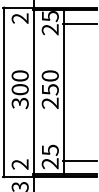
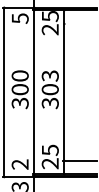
text at (19, 18): 2 -> 5
line at (78, 24): present -> none
text at (49, 89): 250 -> 303
